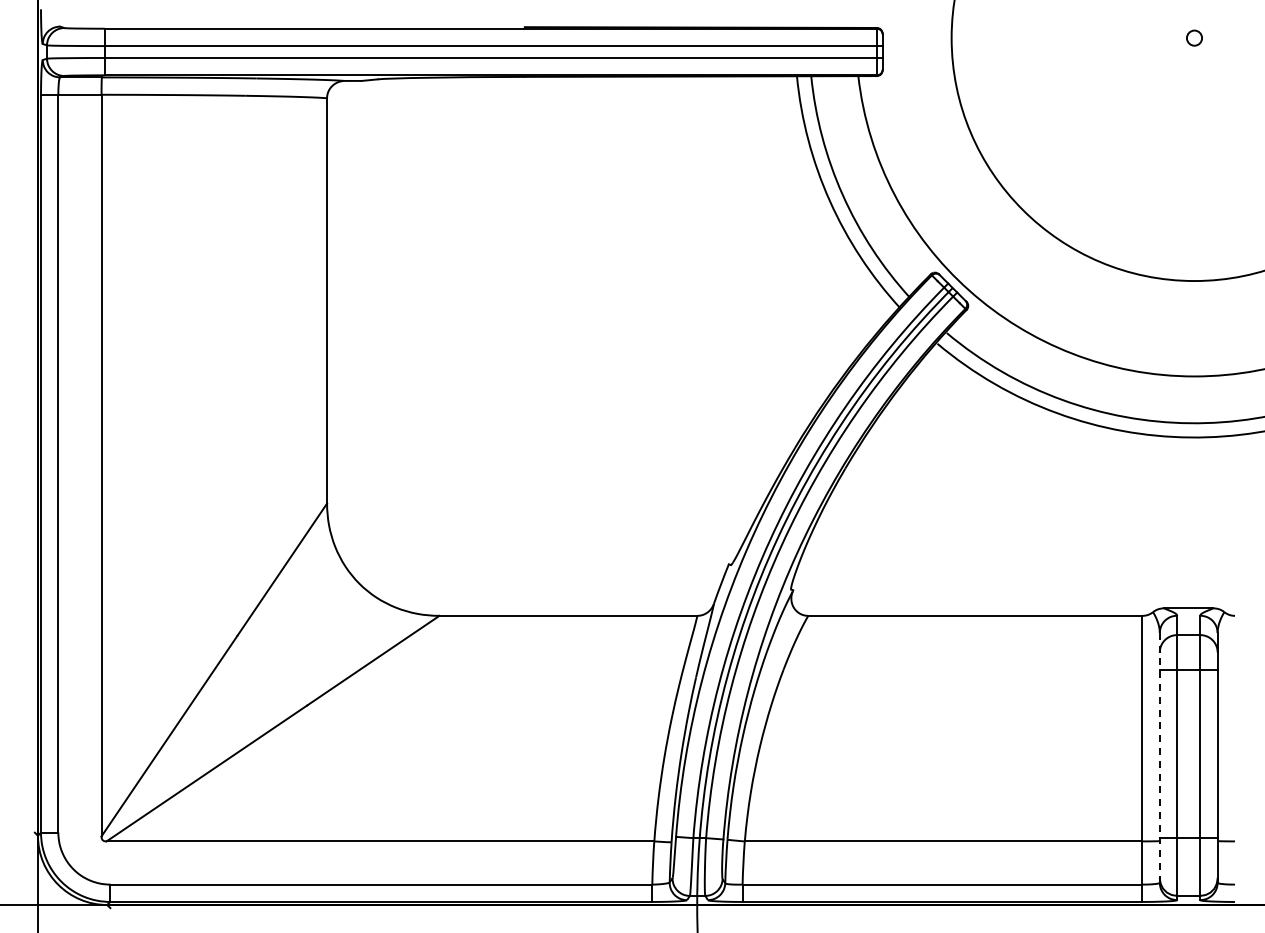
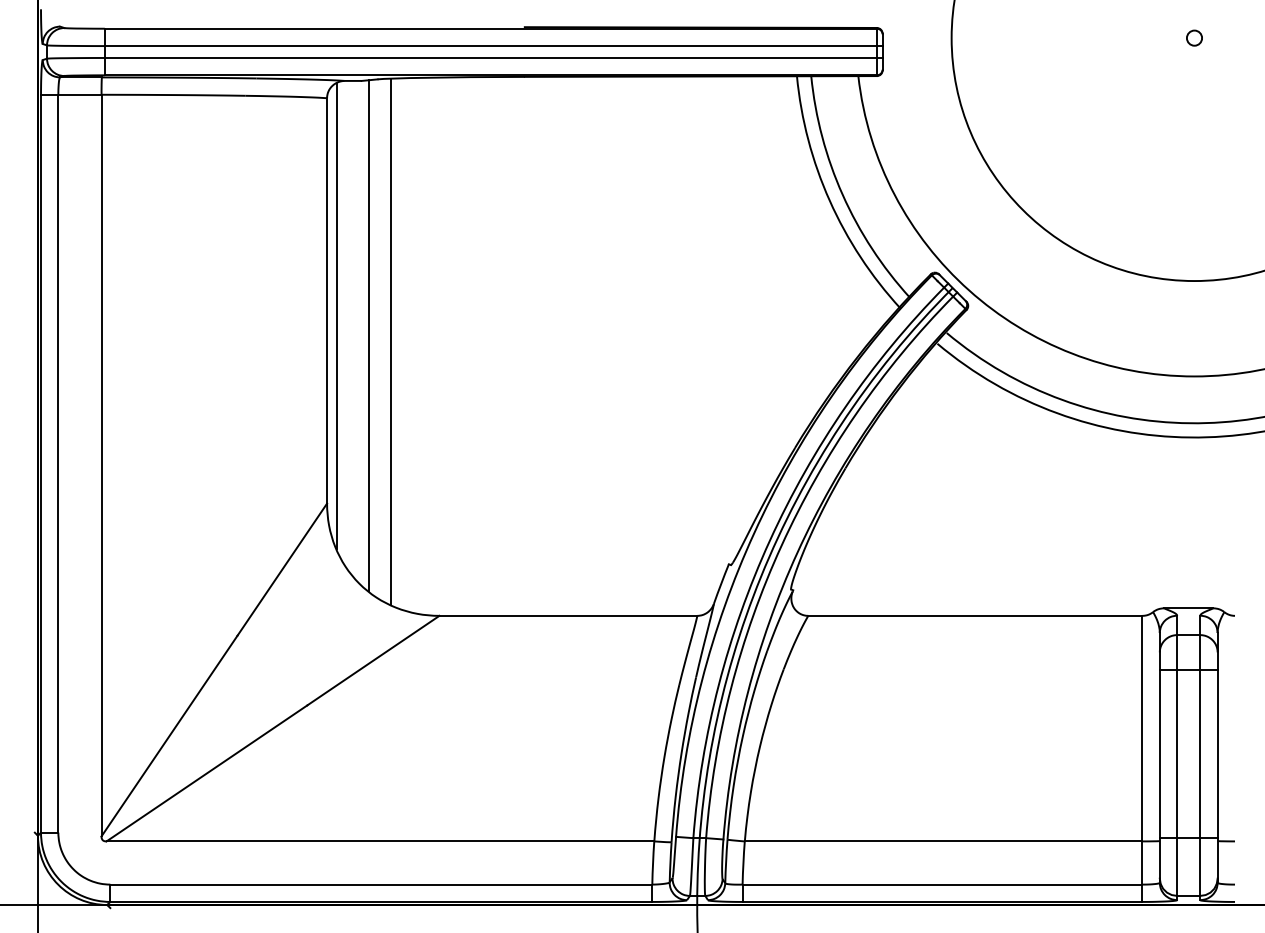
line at (336, 316): none -> present
line at (368, 335): none -> present
line at (391, 341): none -> present
line at (1159, 757): dashed -> solid
